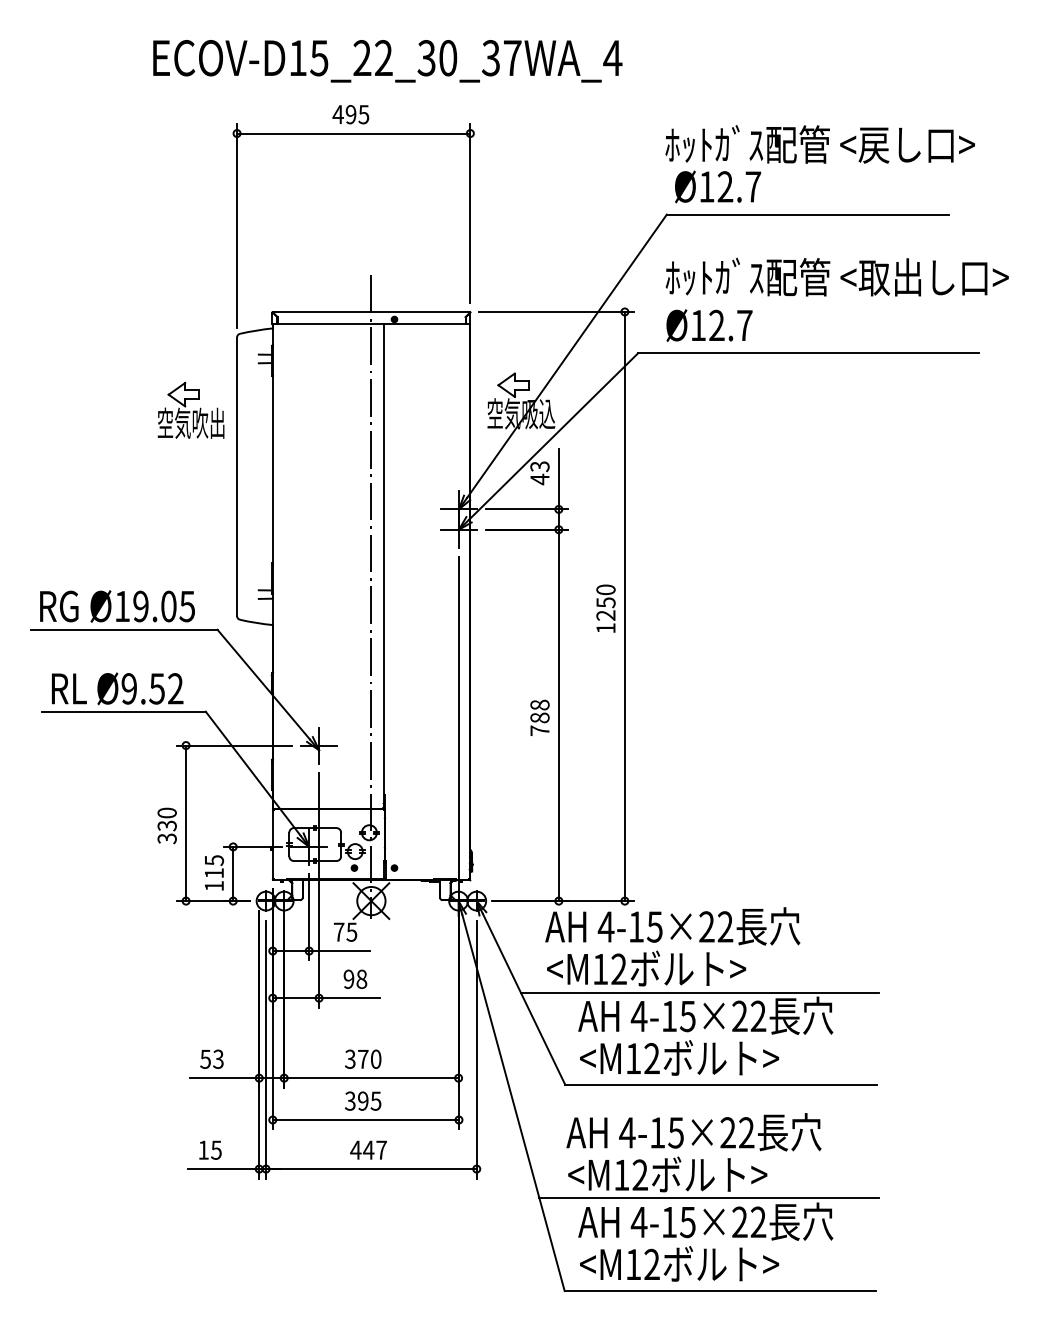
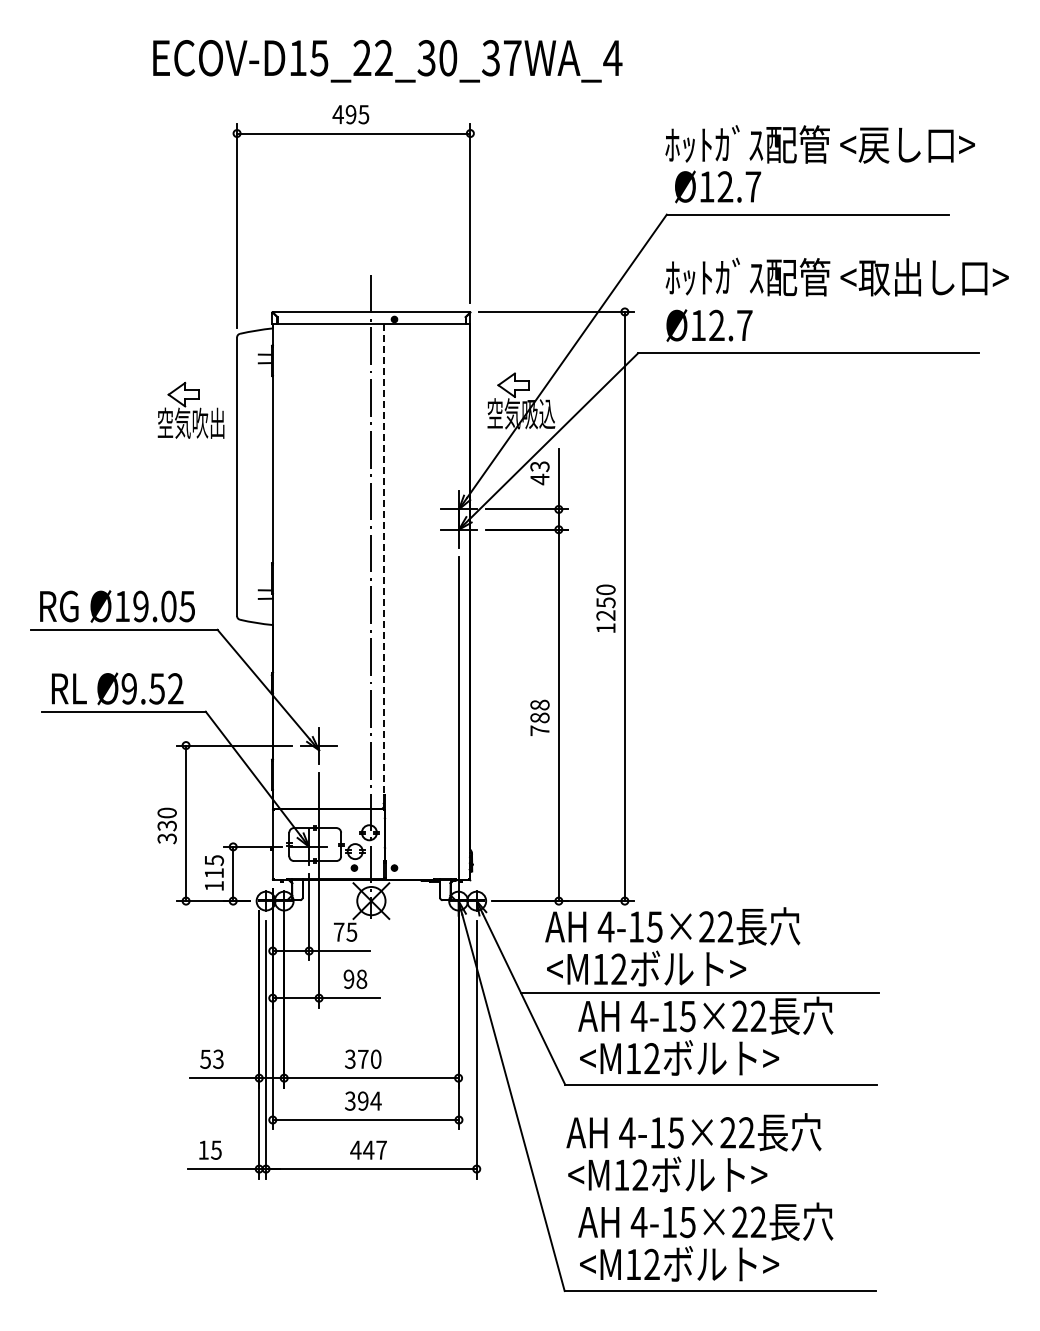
line at (384, 559): solid -> dashed
text at (375, 1100): 395 -> 394
line at (709, 1198): present -> none
